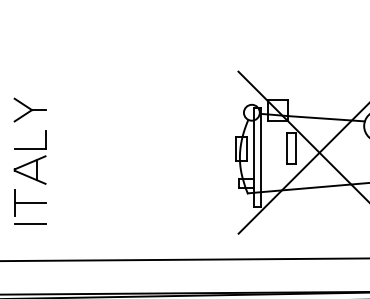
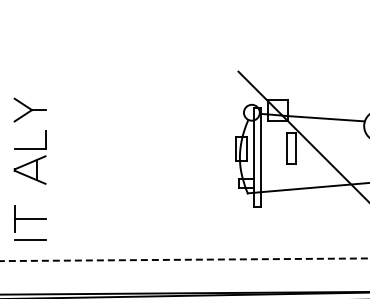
line at (302, 169): present -> none
part at (30, 206) position: (30, 206) -> (30, 222)
line at (185, 259): solid -> dashed
